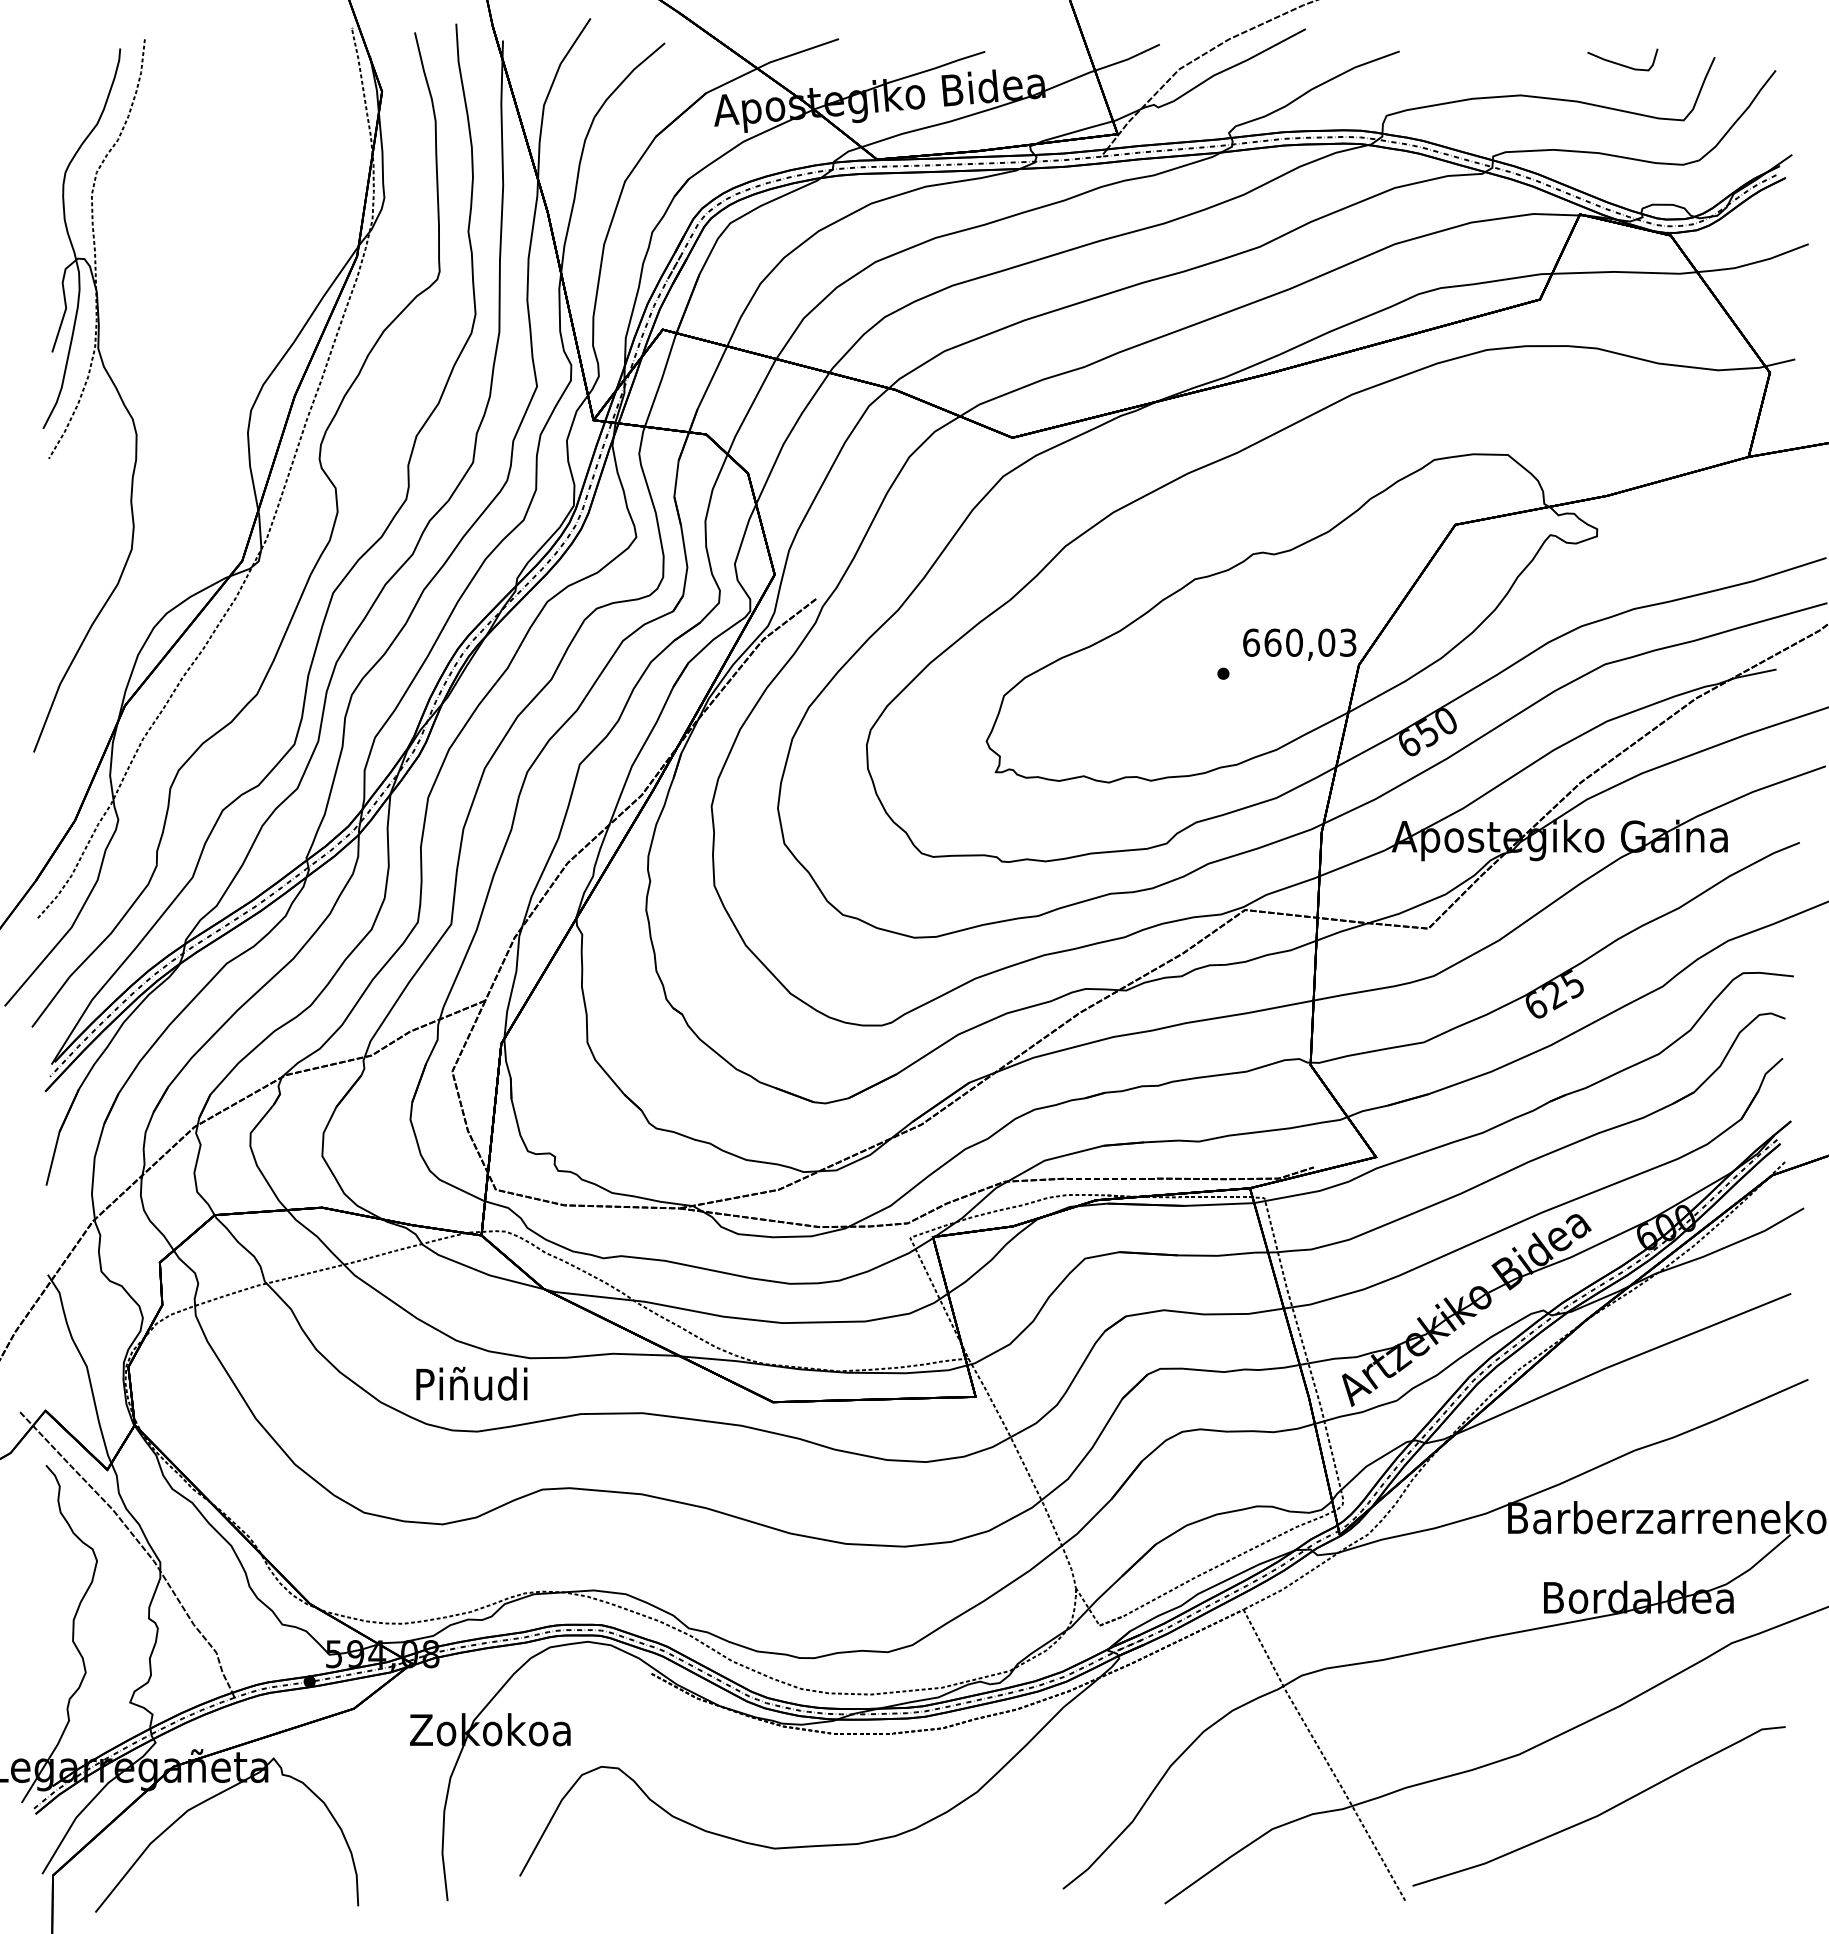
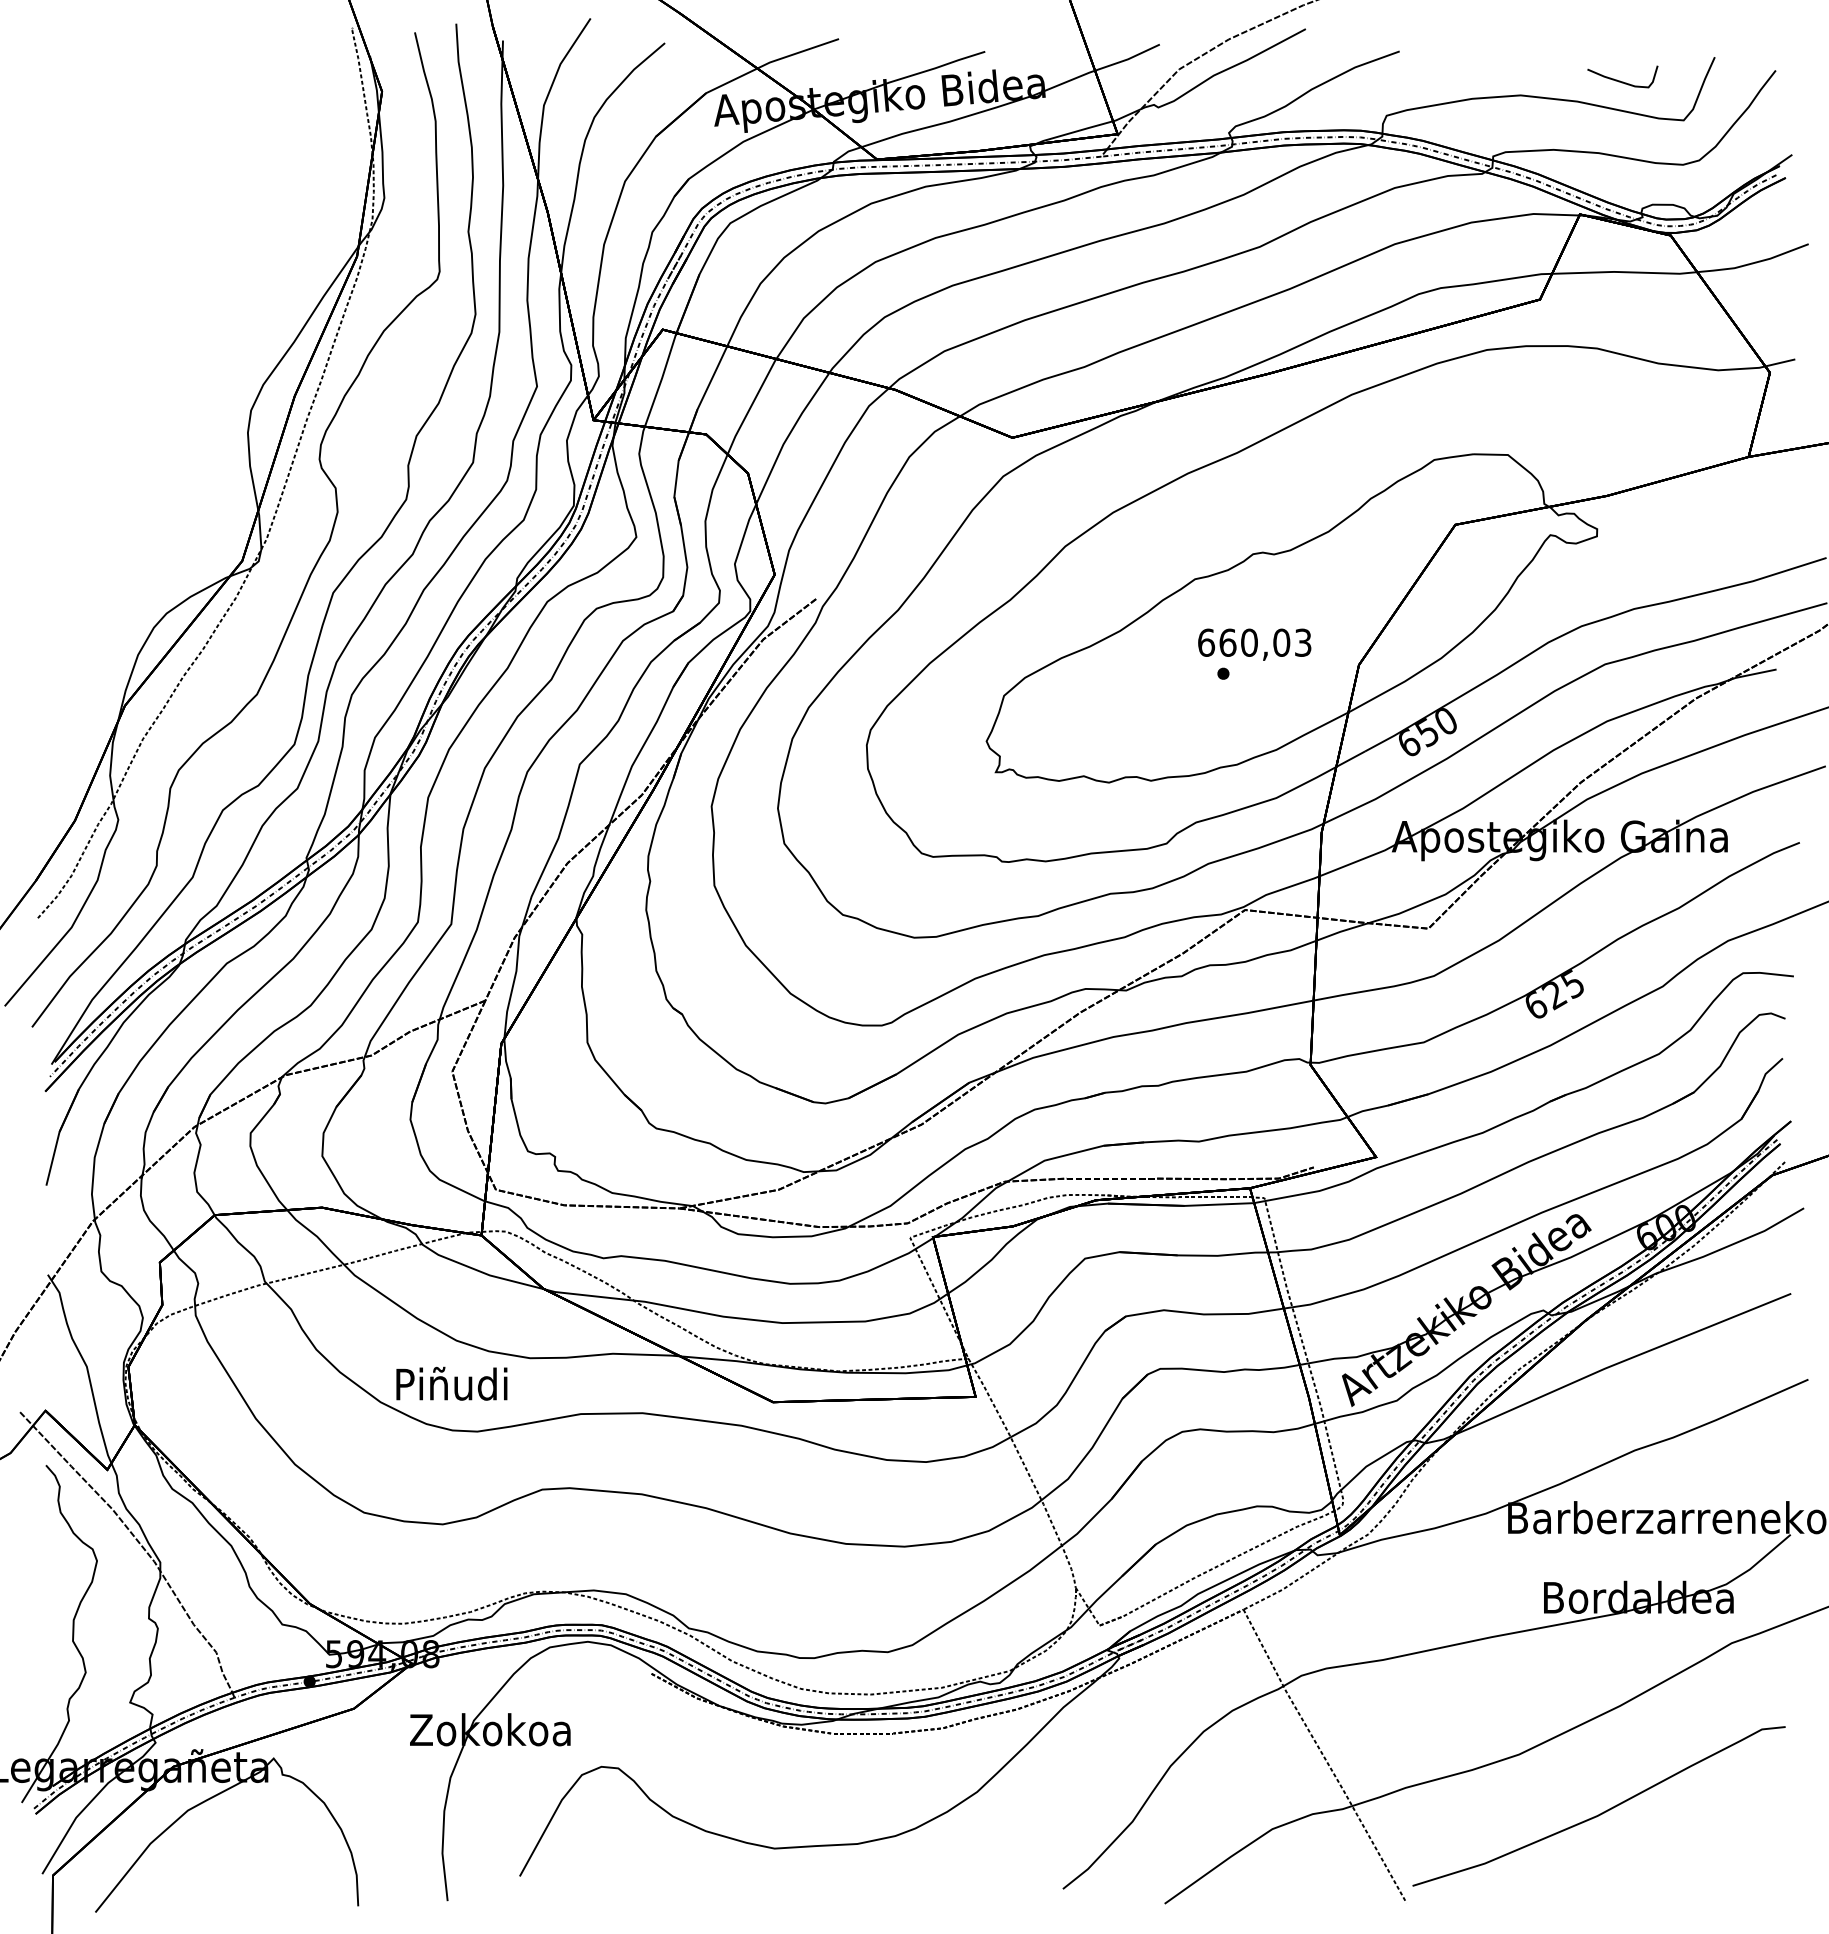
curve at (1620, 63) position: (1620, 63) -> (1620, 80)
part at (82, 395): present -> none
text at (1299, 644) position: (1299, 644) -> (1254, 644)
text at (471, 1383) position: (471, 1383) -> (451, 1383)
